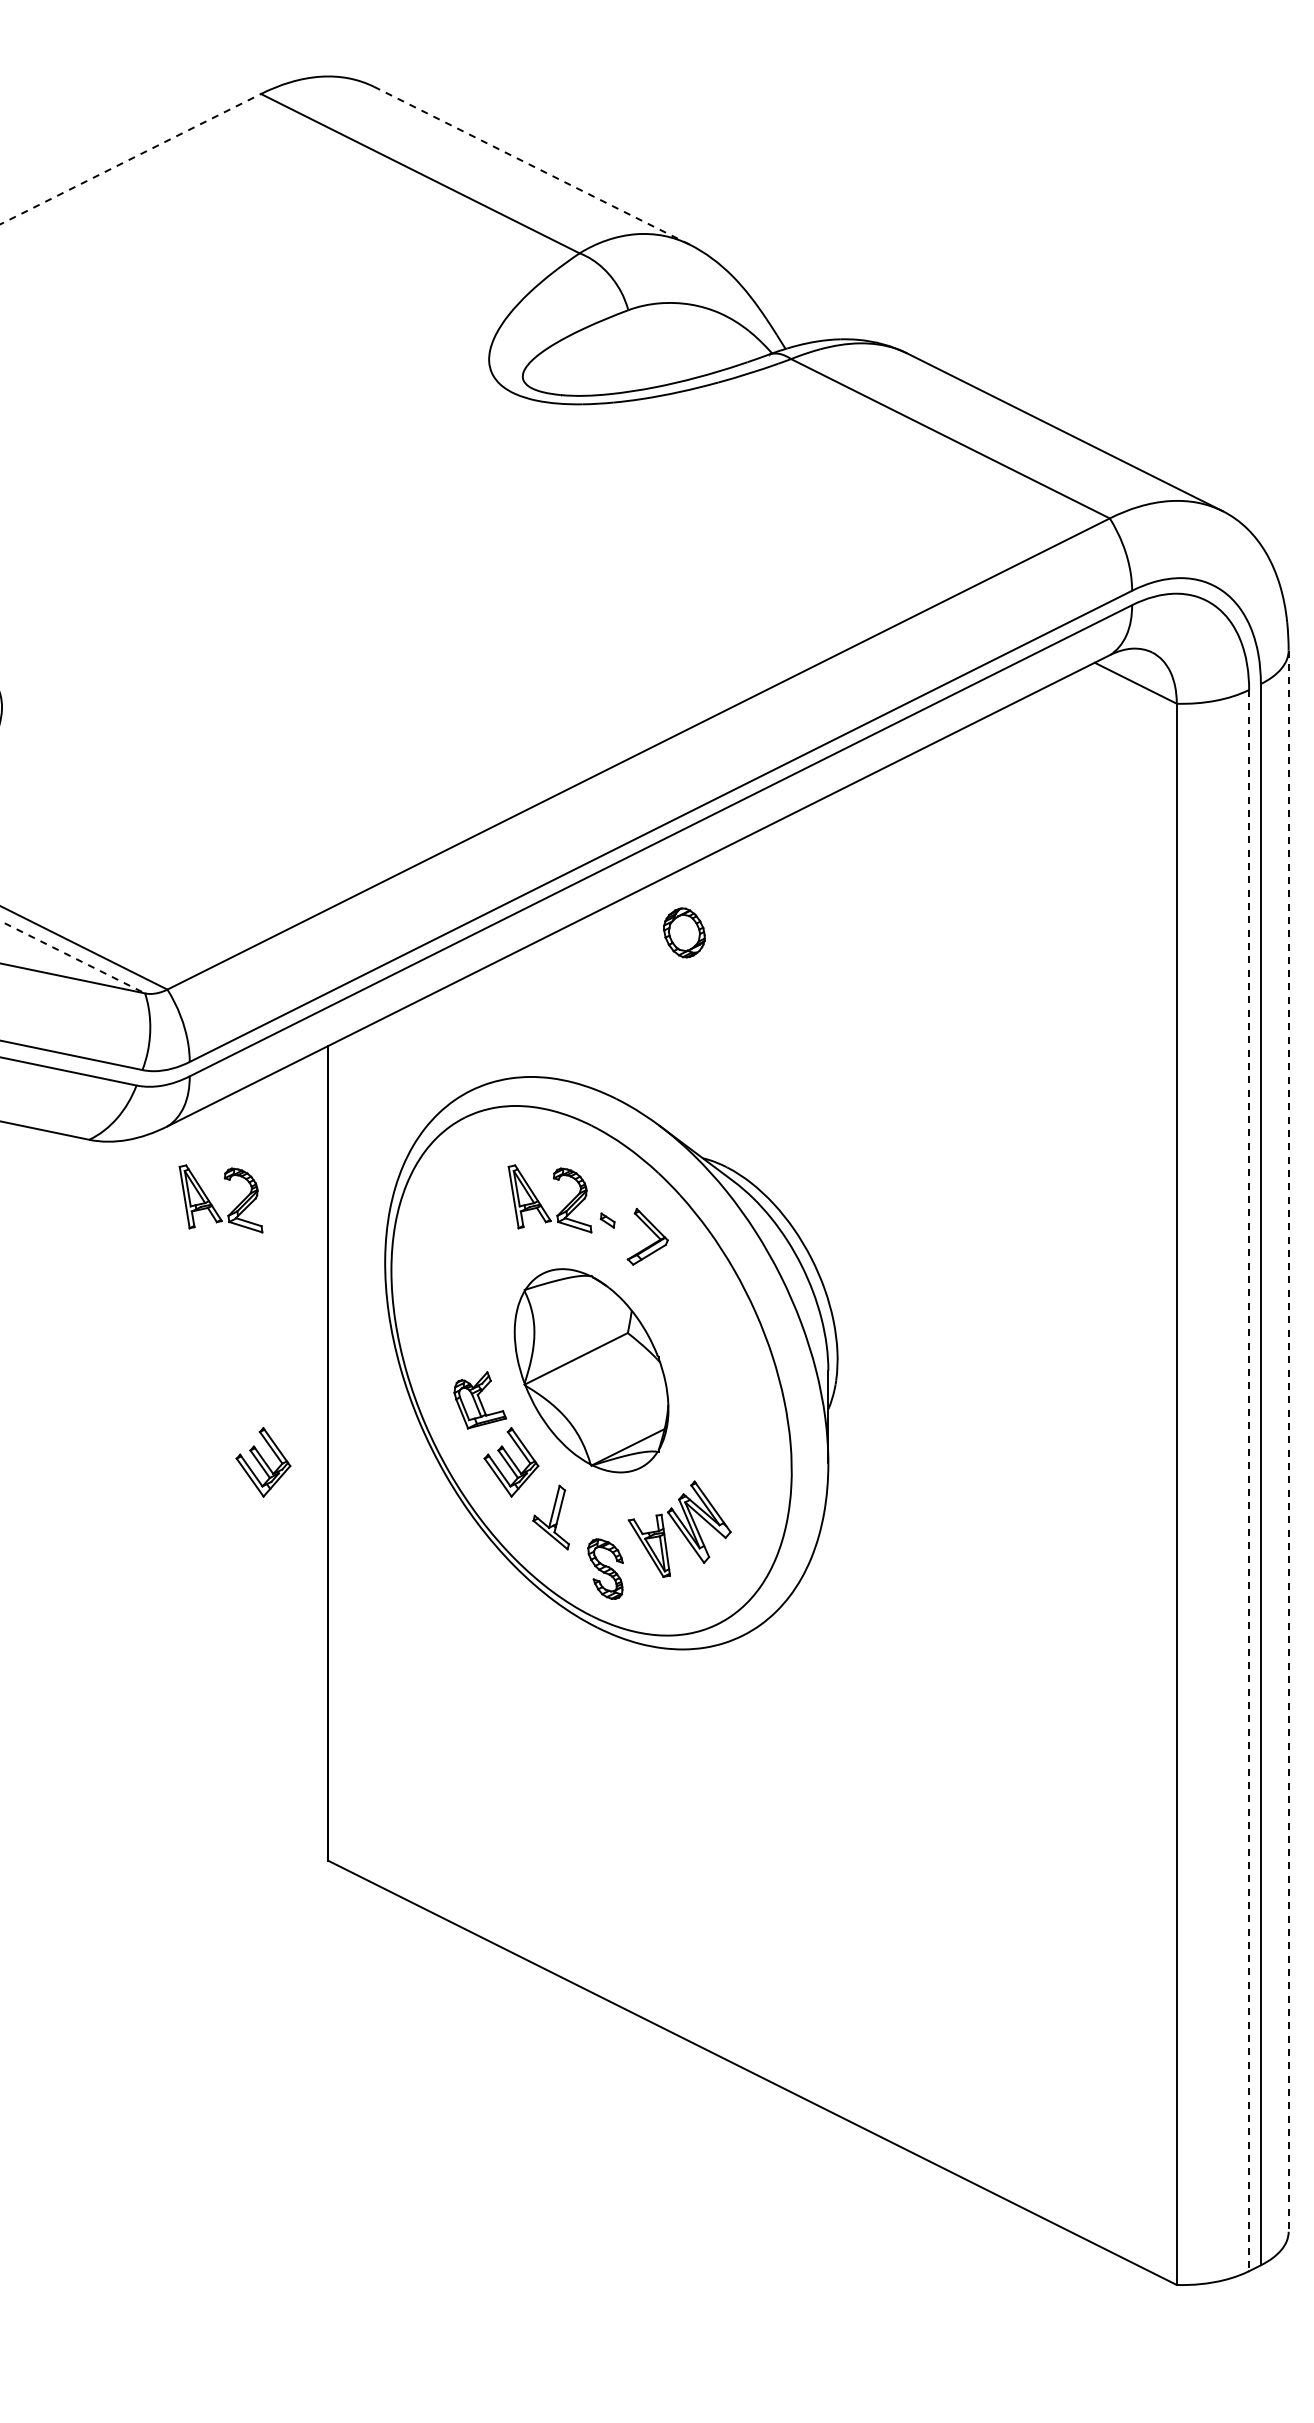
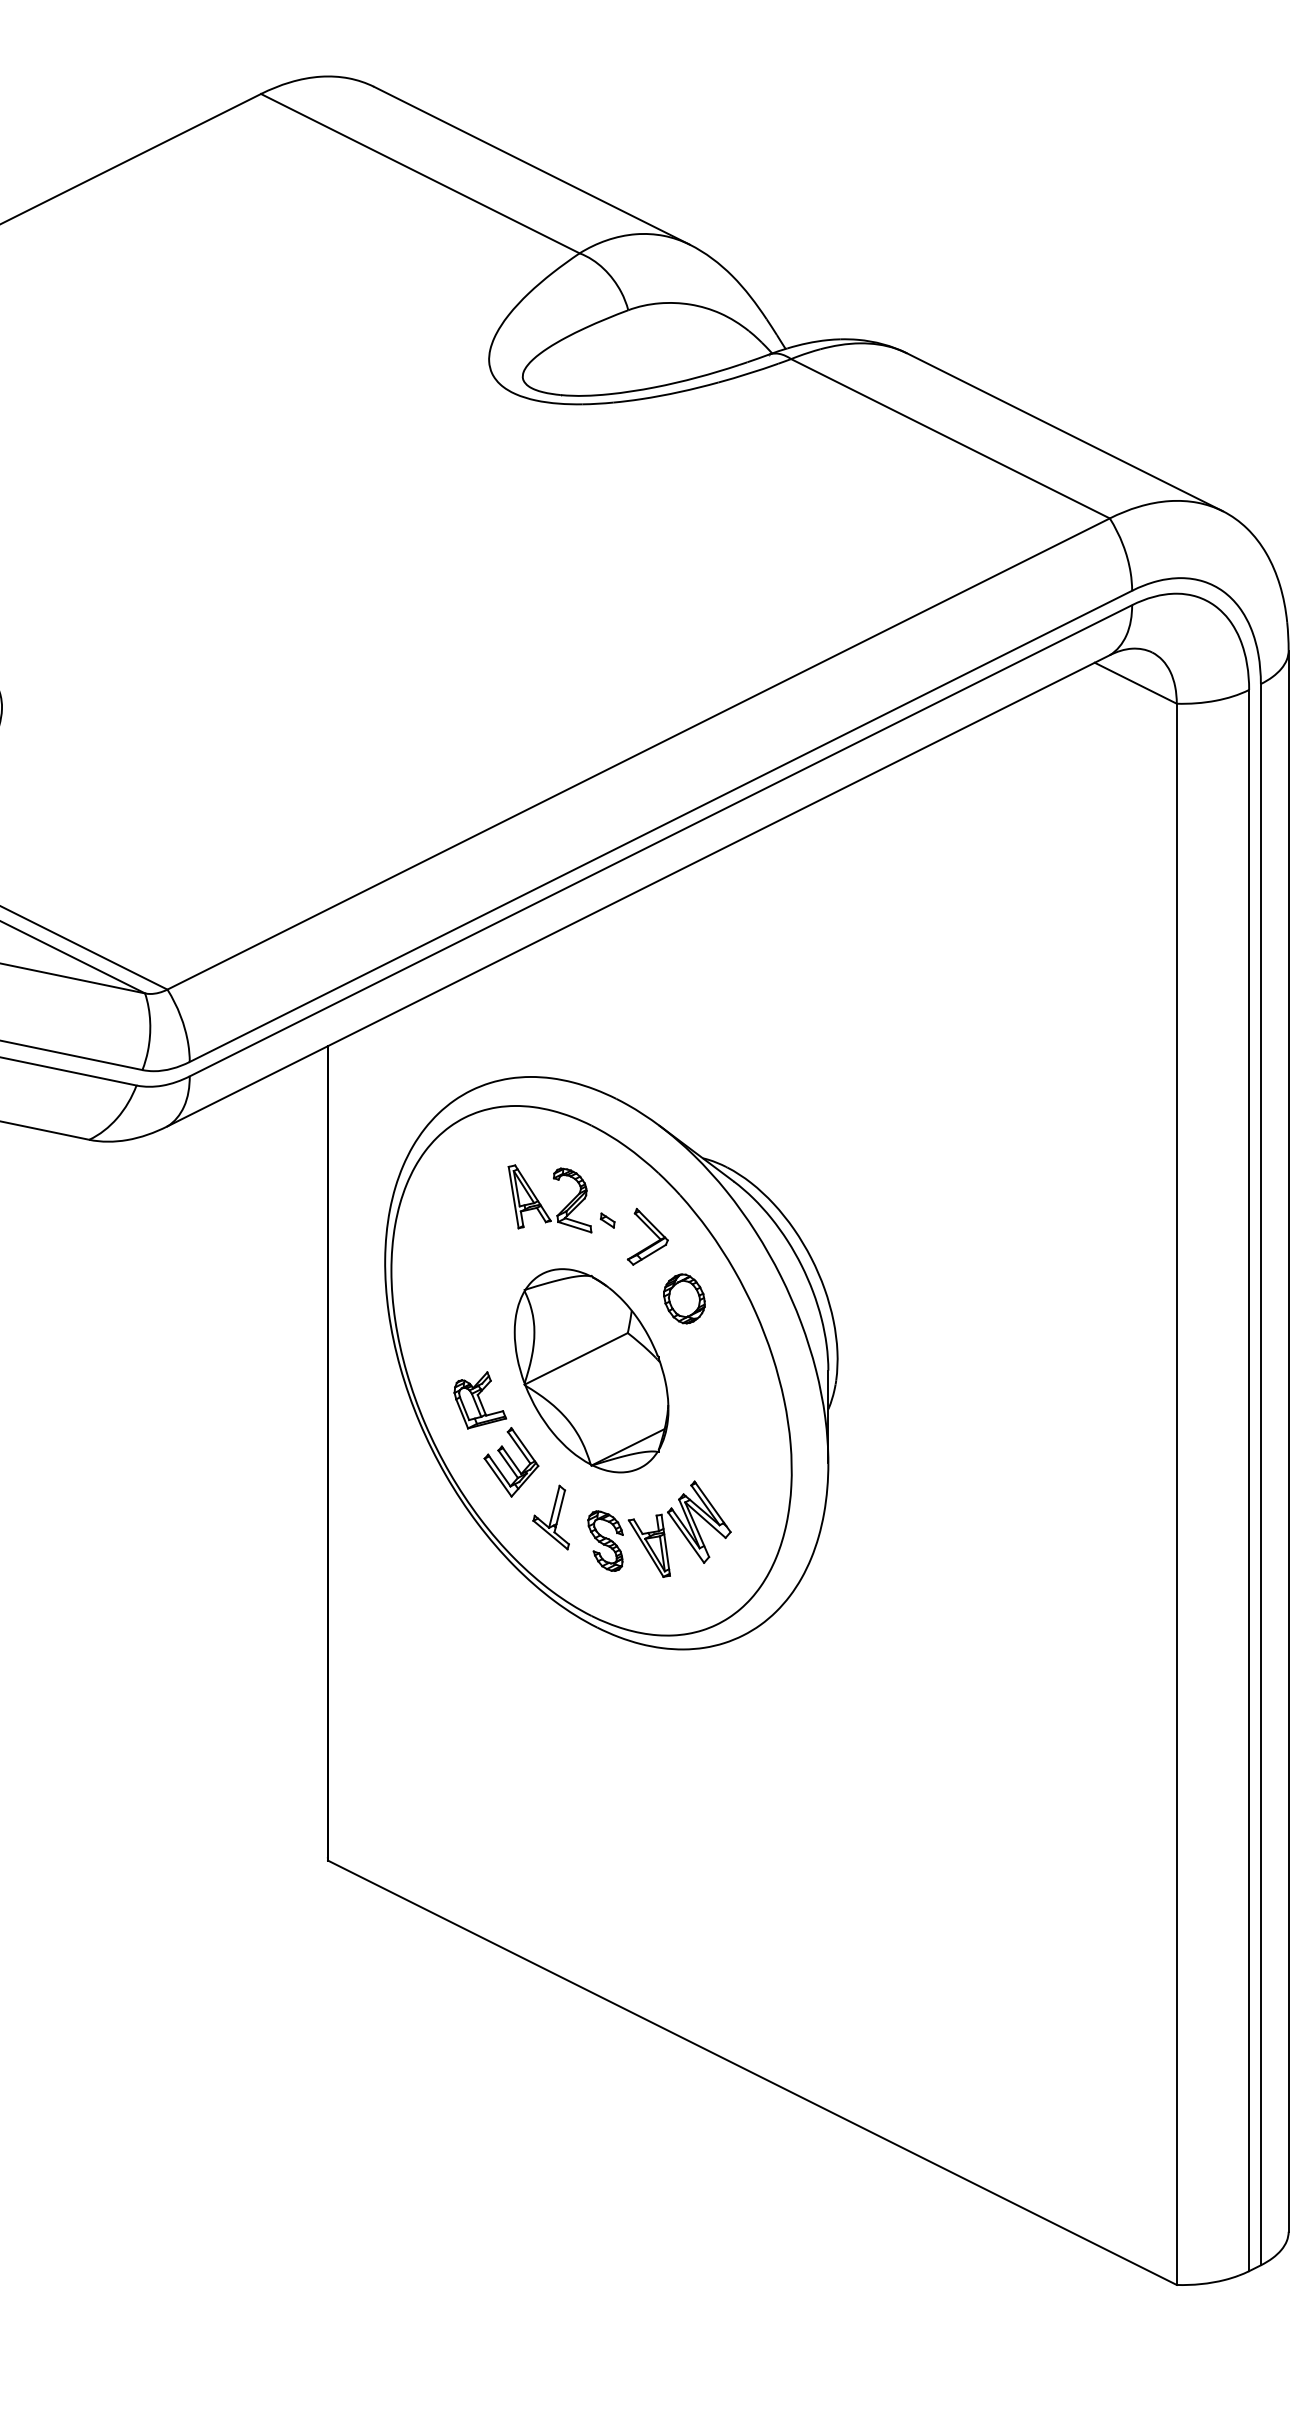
line at (131, 158): dashed -> solid
line at (531, 165): dashed -> solid
part at (684, 932) position: (684, 932) -> (684, 1298)
line at (72, 957): dashed -> solid
part at (212, 1204): present -> none
line at (1288, 1441): dashed -> solid
part at (263, 1462): present -> none
line at (1249, 1480): dashed -> solid
part at (605, 1568) position: (605, 1568) -> (605, 1540)
